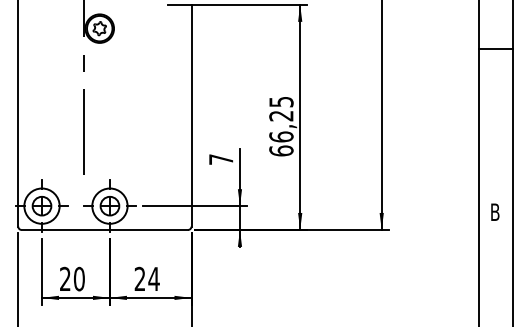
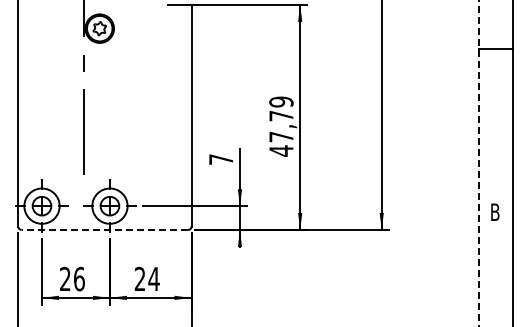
text at (281, 126): 66,25 -> 47,79
line at (479, 163): solid -> dashed
line at (104, 229): solid -> dashed
text at (79, 278): 20 -> 26
